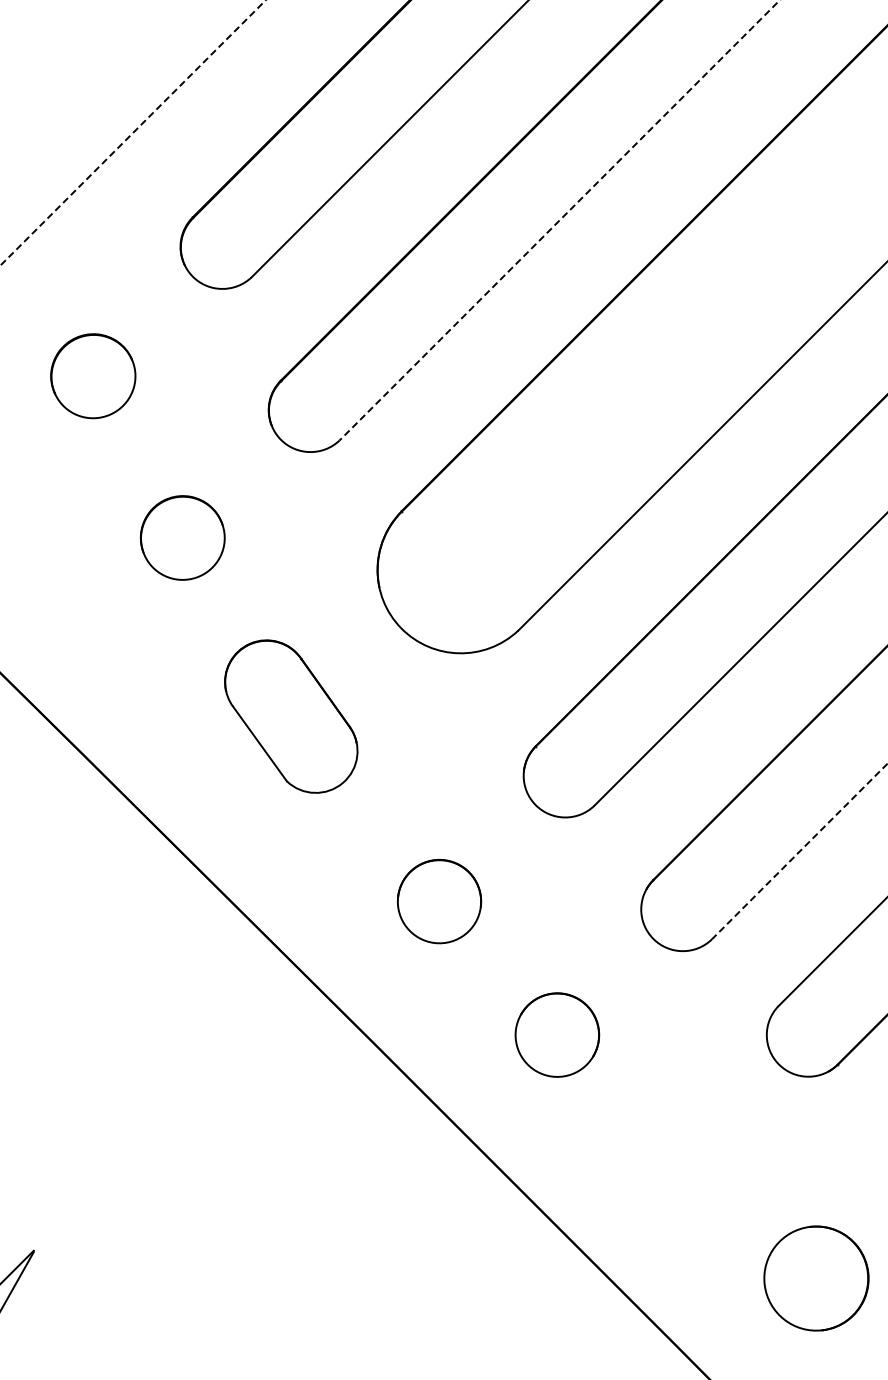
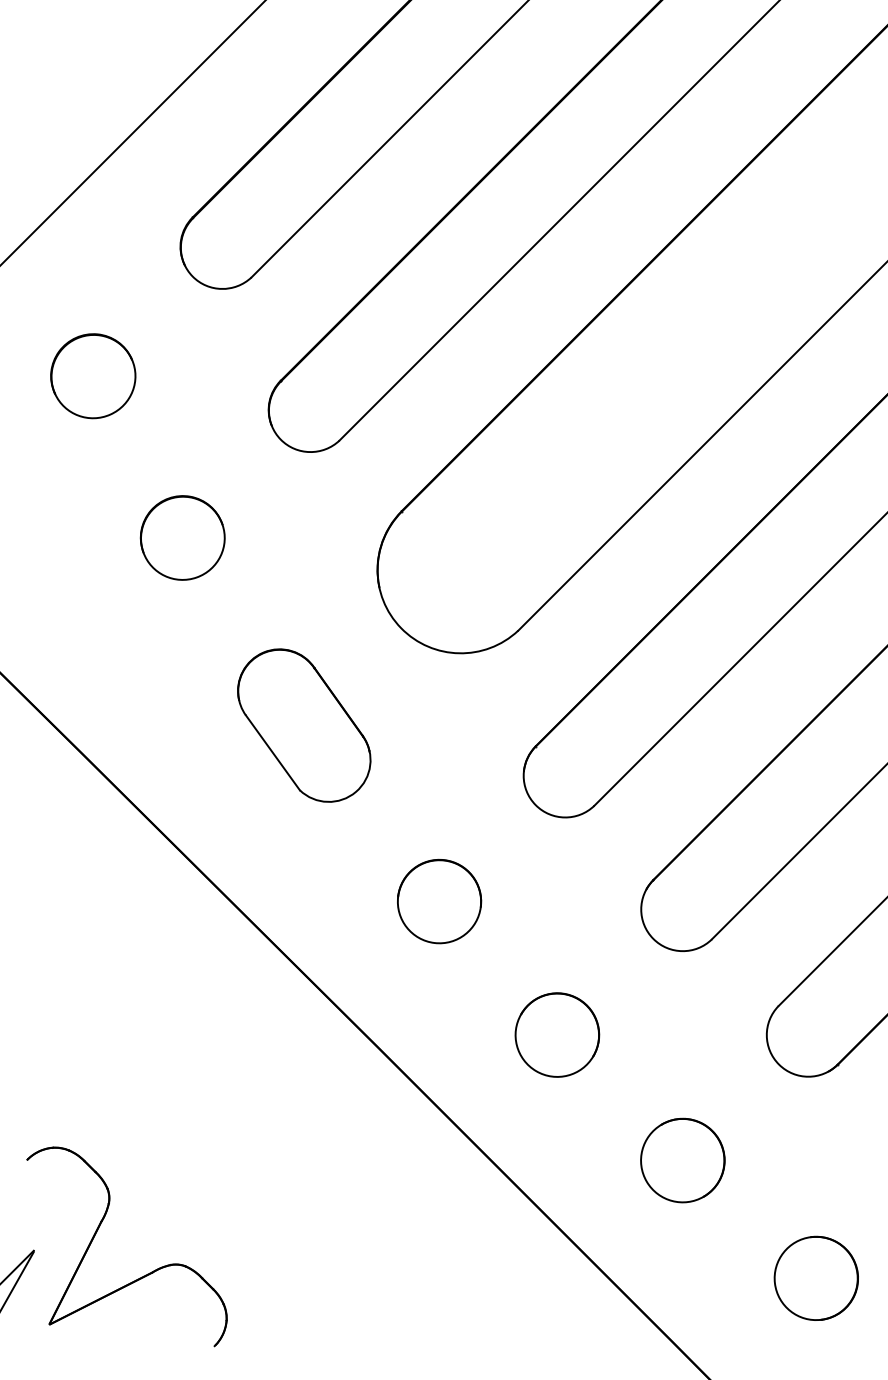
line at (132, 133): dashed -> solid
line at (559, 220): dashed -> solid
part at (291, 716) position: (291, 716) -> (304, 725)
line at (799, 851): dashed -> solid
part at (682, 1160): none -> present
part at (97, 1232): none -> present
part at (816, 1278) size: 107x107 px -> 86x86 px
